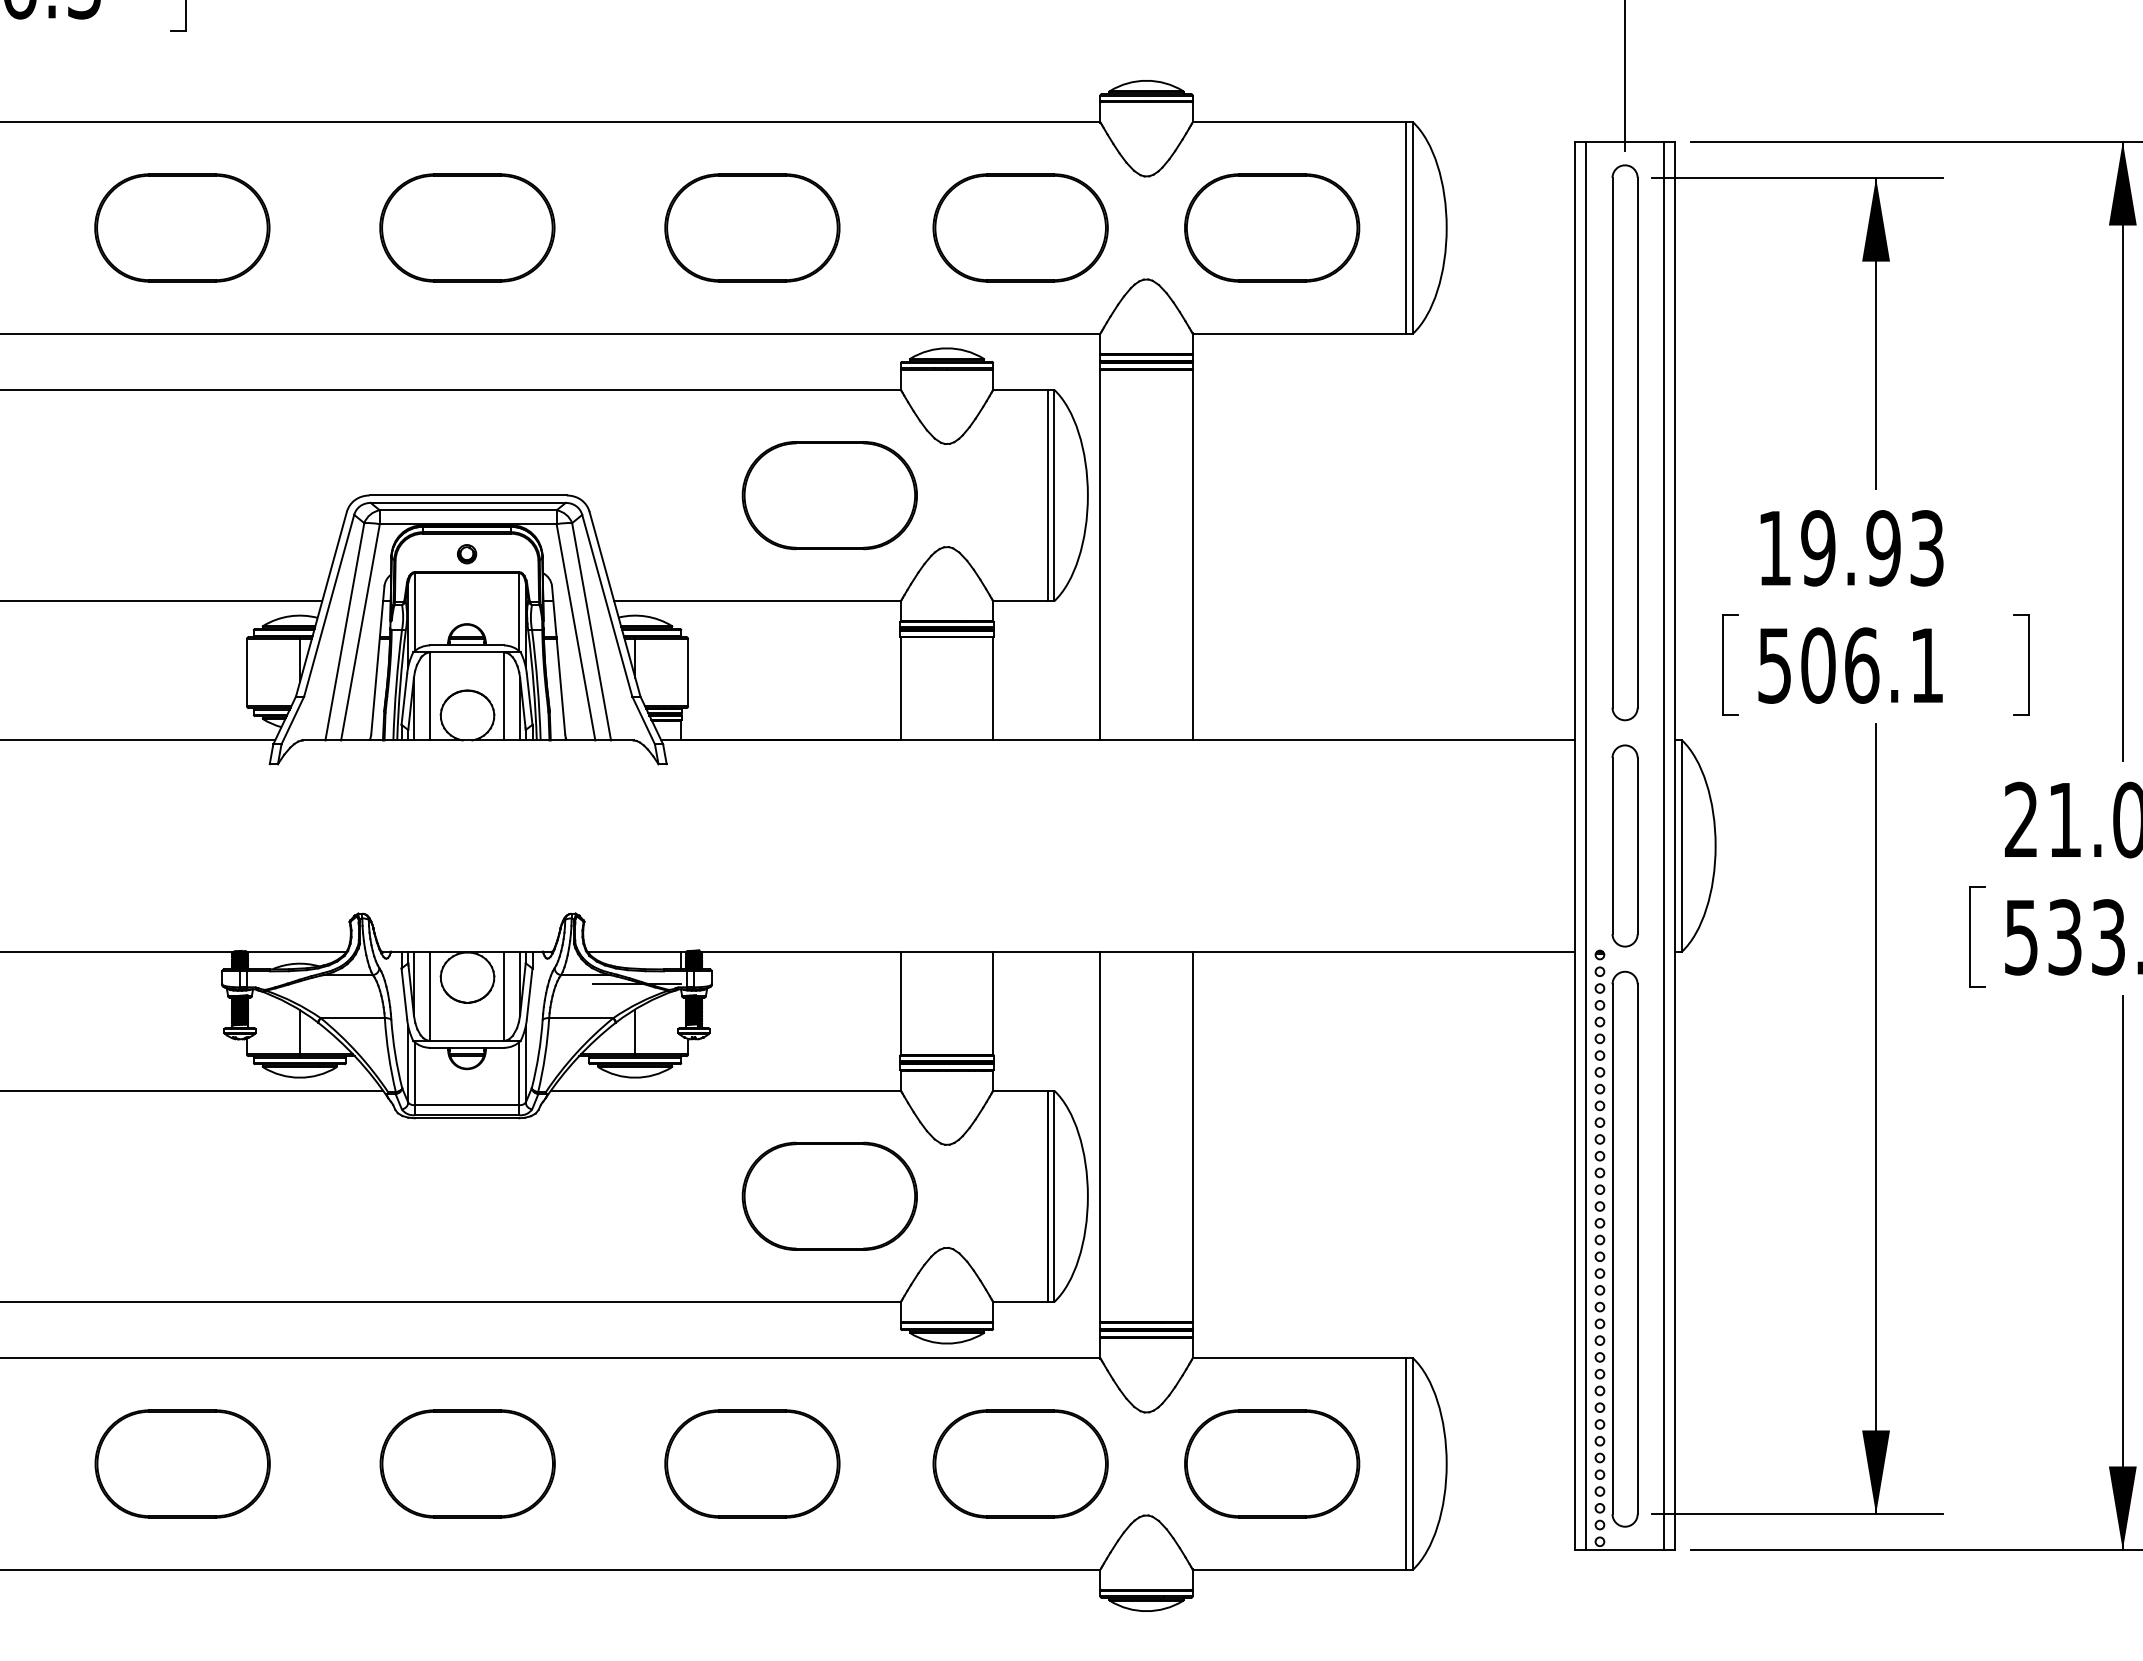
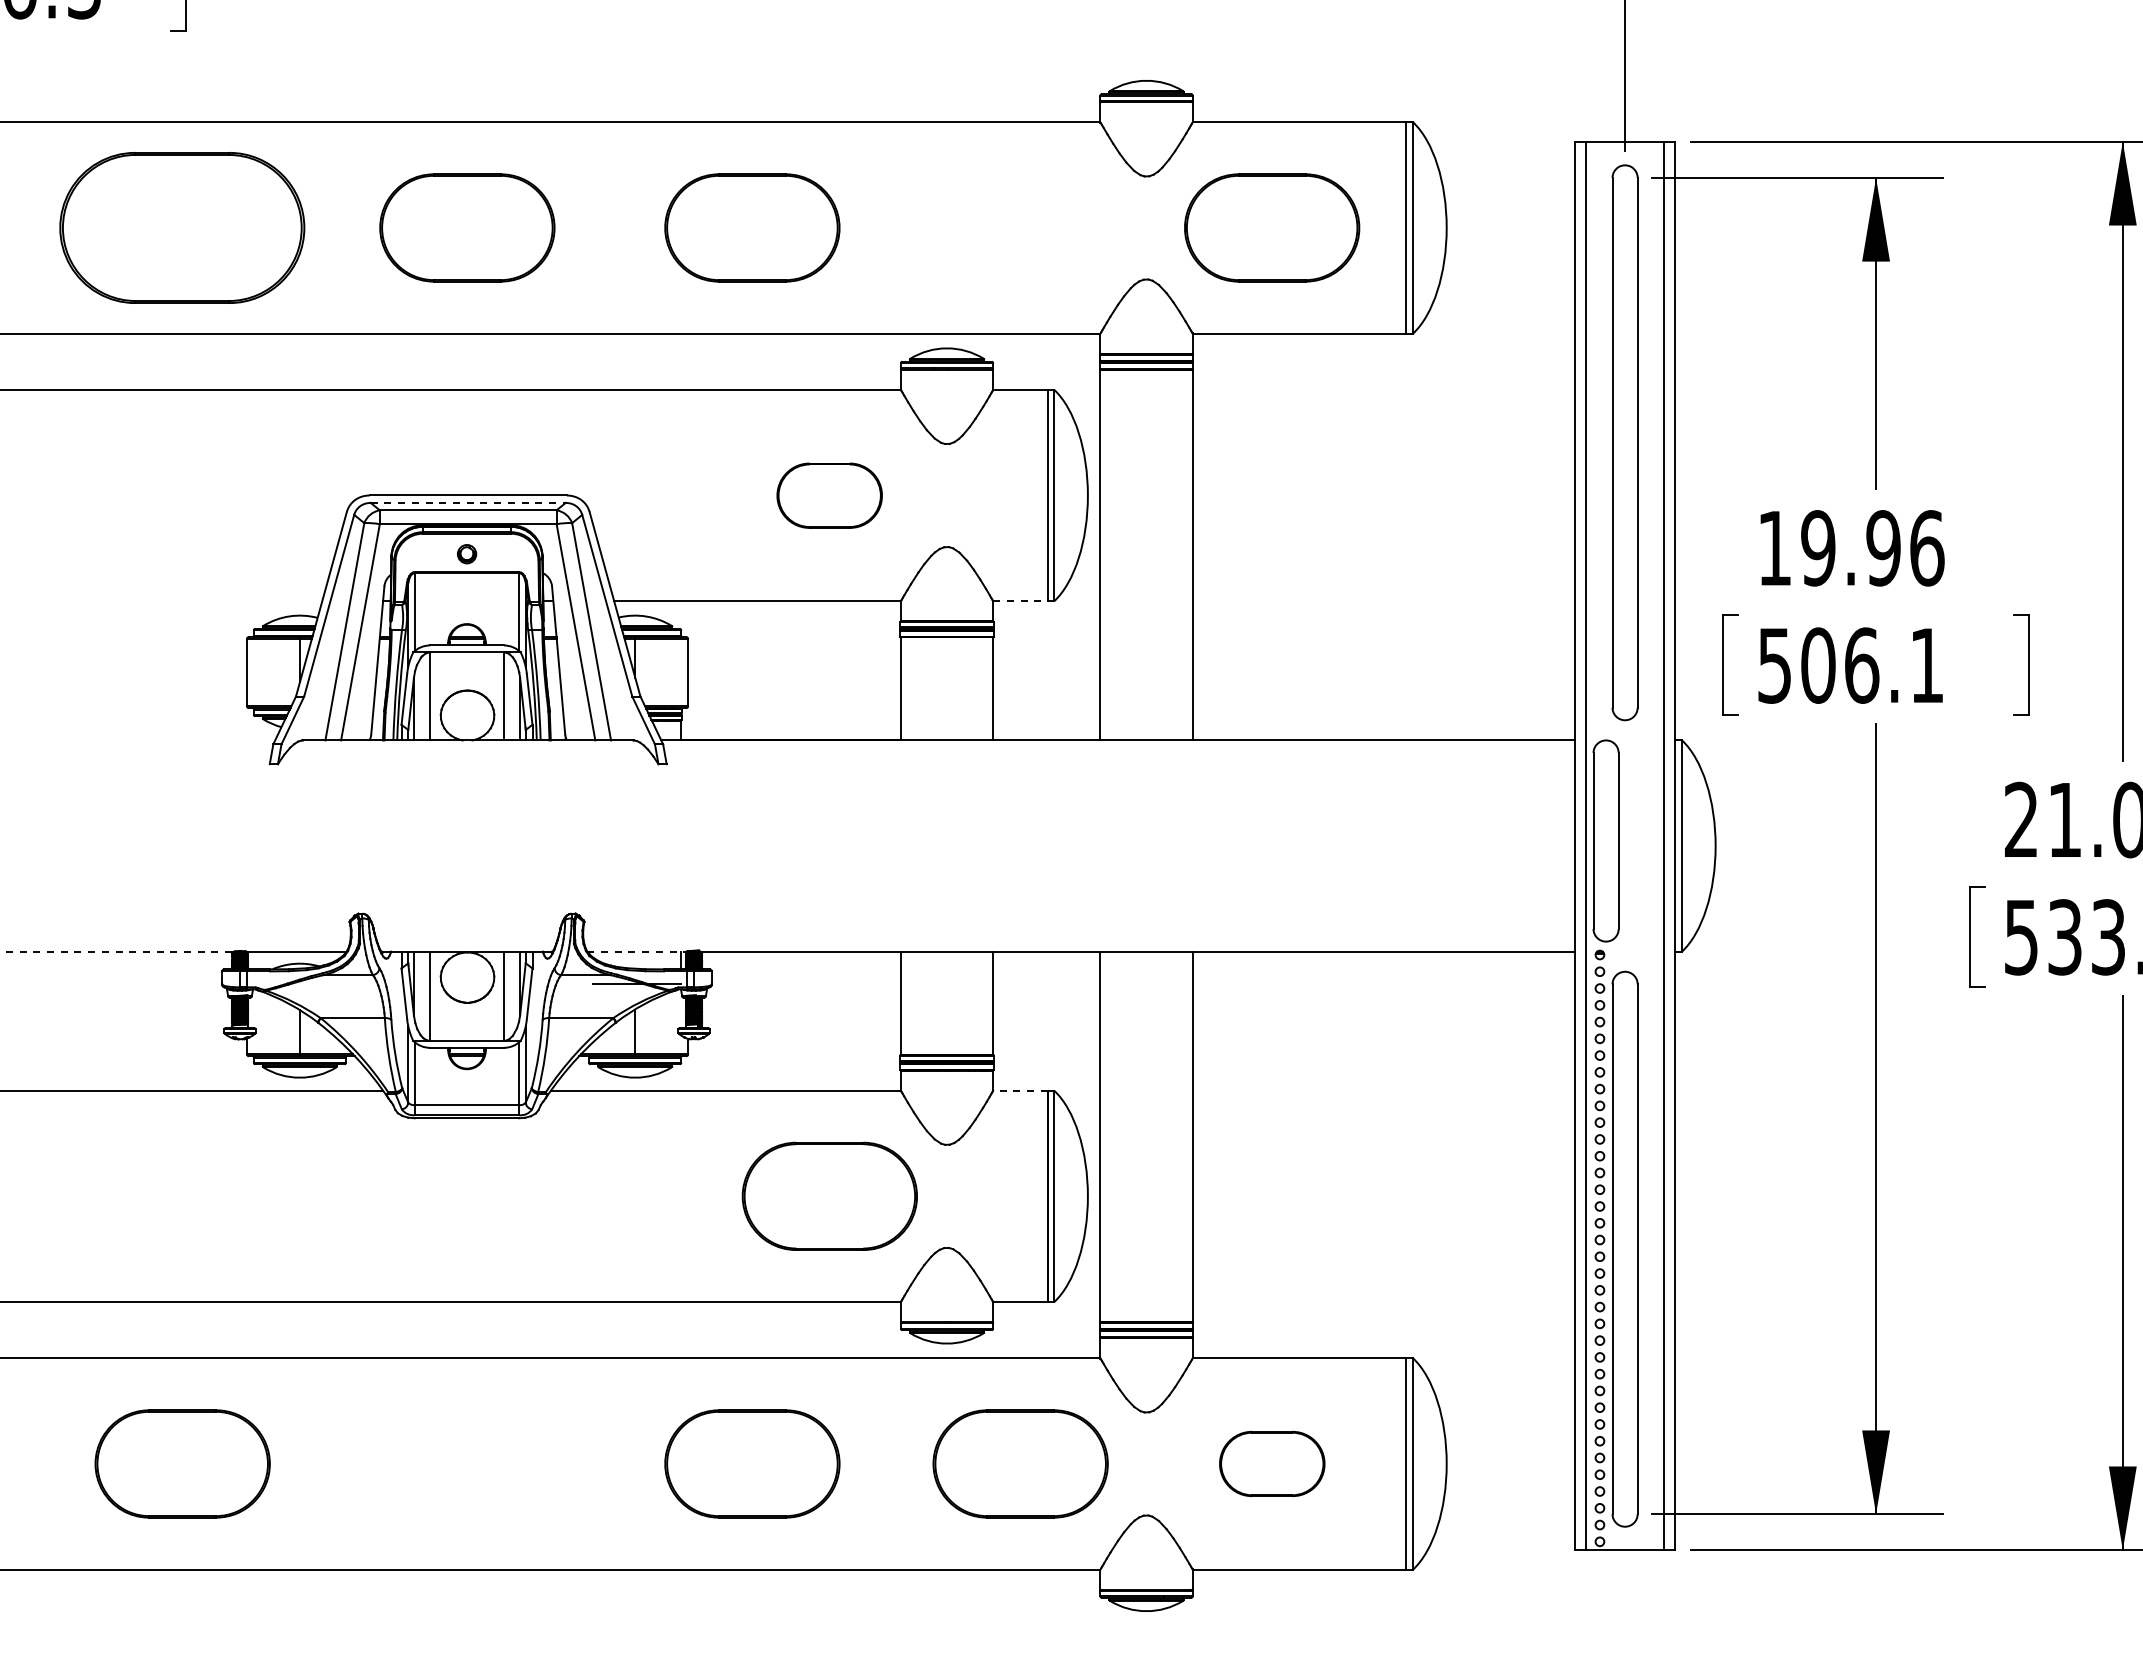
part at (182, 227) size: 177x110 px -> 247x152 px
part at (1020, 227): present -> none
part at (829, 495) size: 177x110 px -> 107x67 px
line at (468, 502): solid -> dashed
text at (1927, 548): 19.93 -> 19.96
line at (162, 601): present -> none
line at (1020, 601): solid -> dashed
line at (138, 740): present -> none
part at (1624, 845) position: (1624, 845) -> (1605, 840)
line at (116, 951): solid -> dashed
line at (637, 951): solid -> dashed
line at (1019, 1090): solid -> dashed
part at (467, 1463): present -> none
part at (1272, 1463) size: 177x110 px -> 107x68 px
